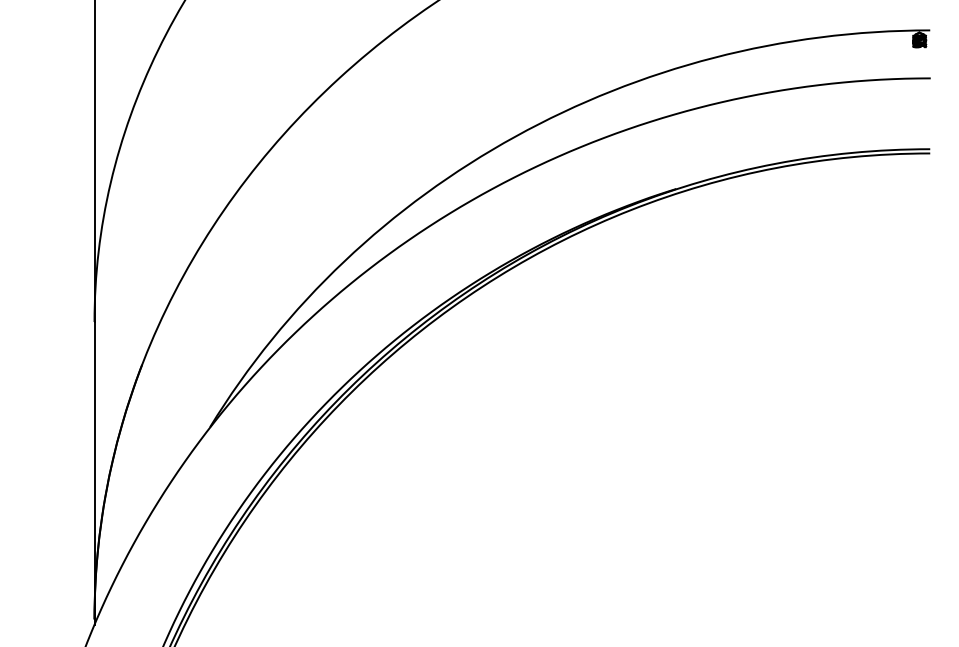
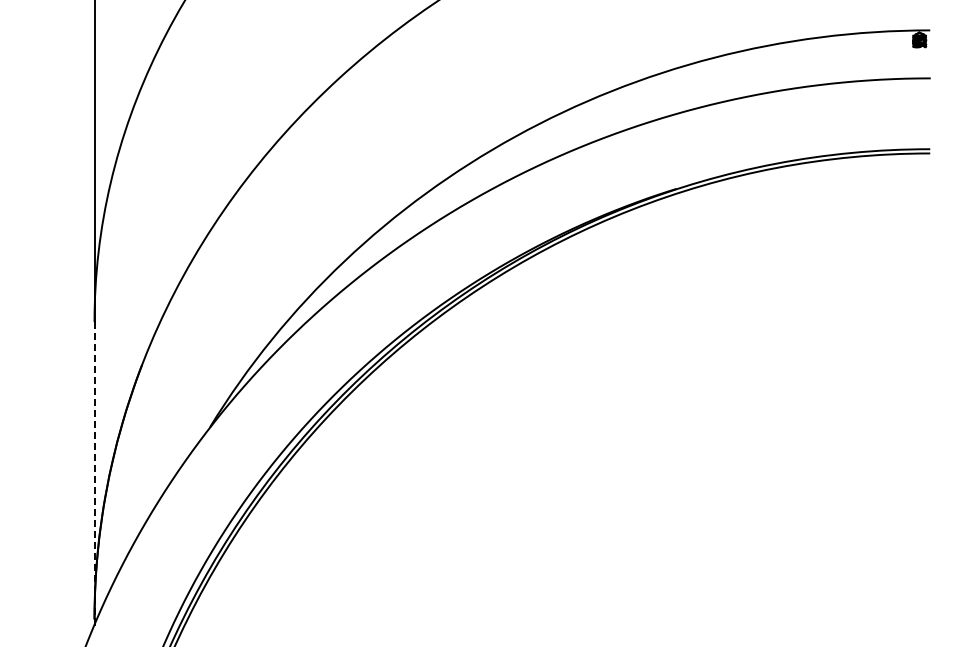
line at (94, 470): solid -> dashed
